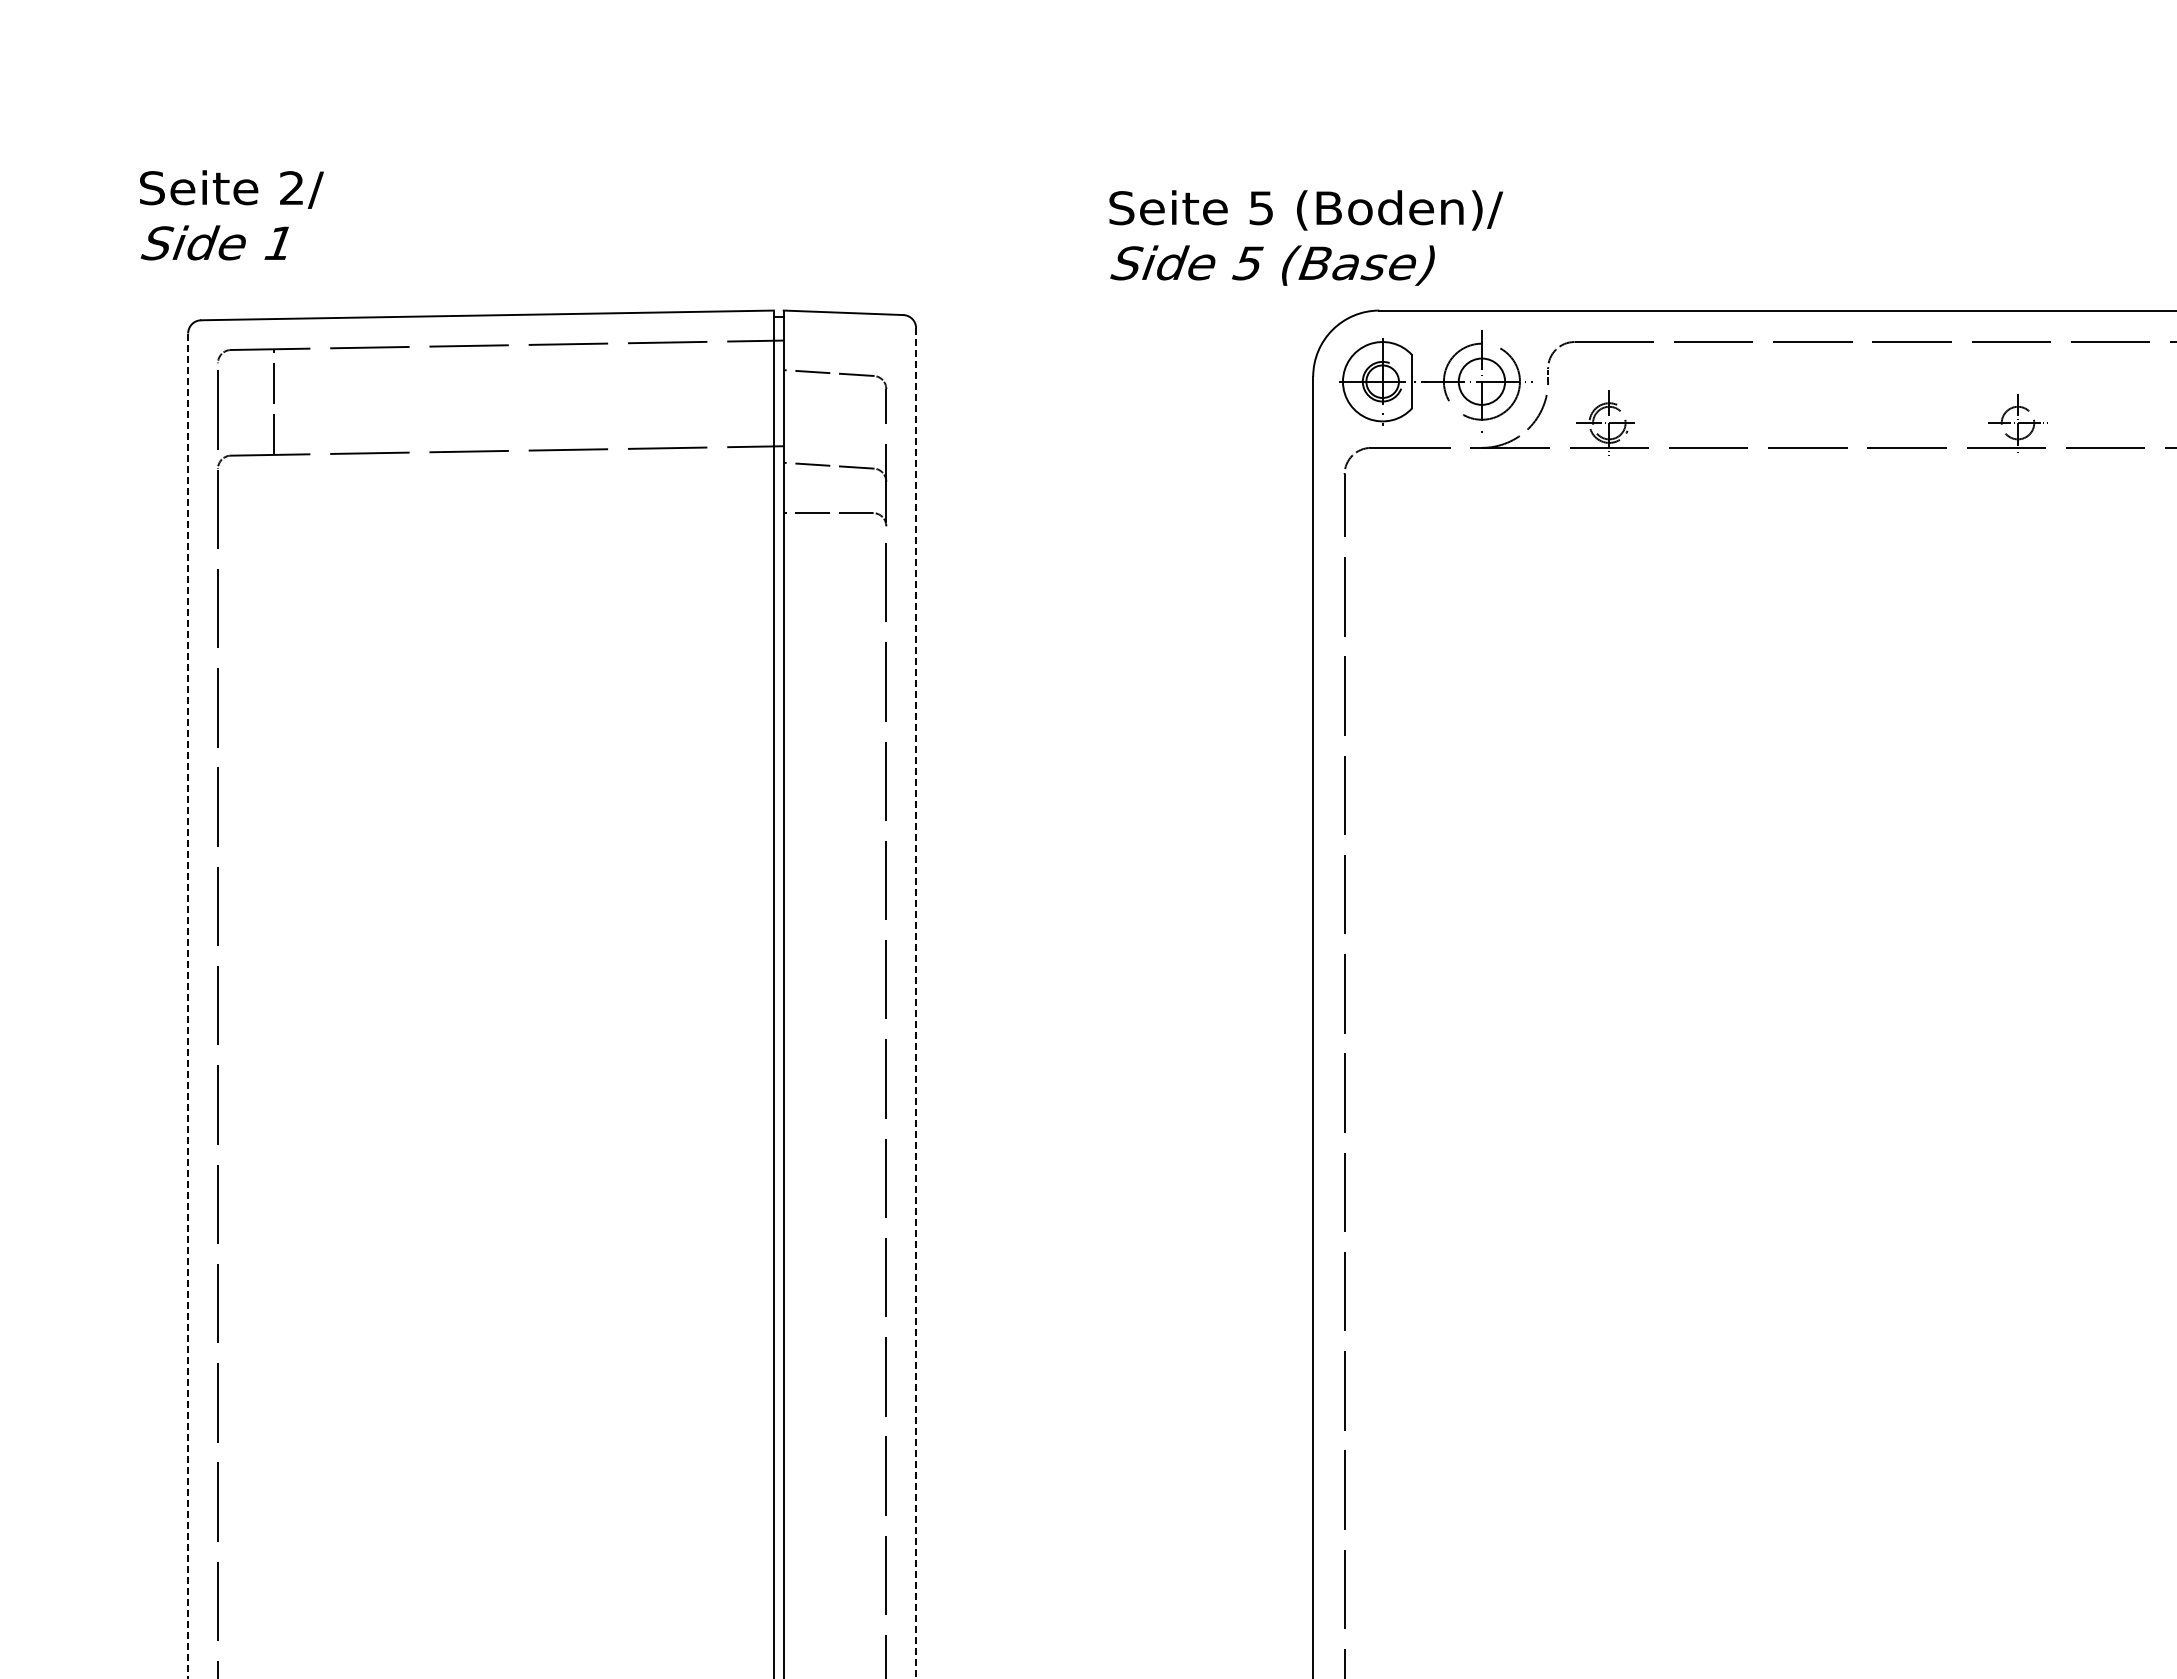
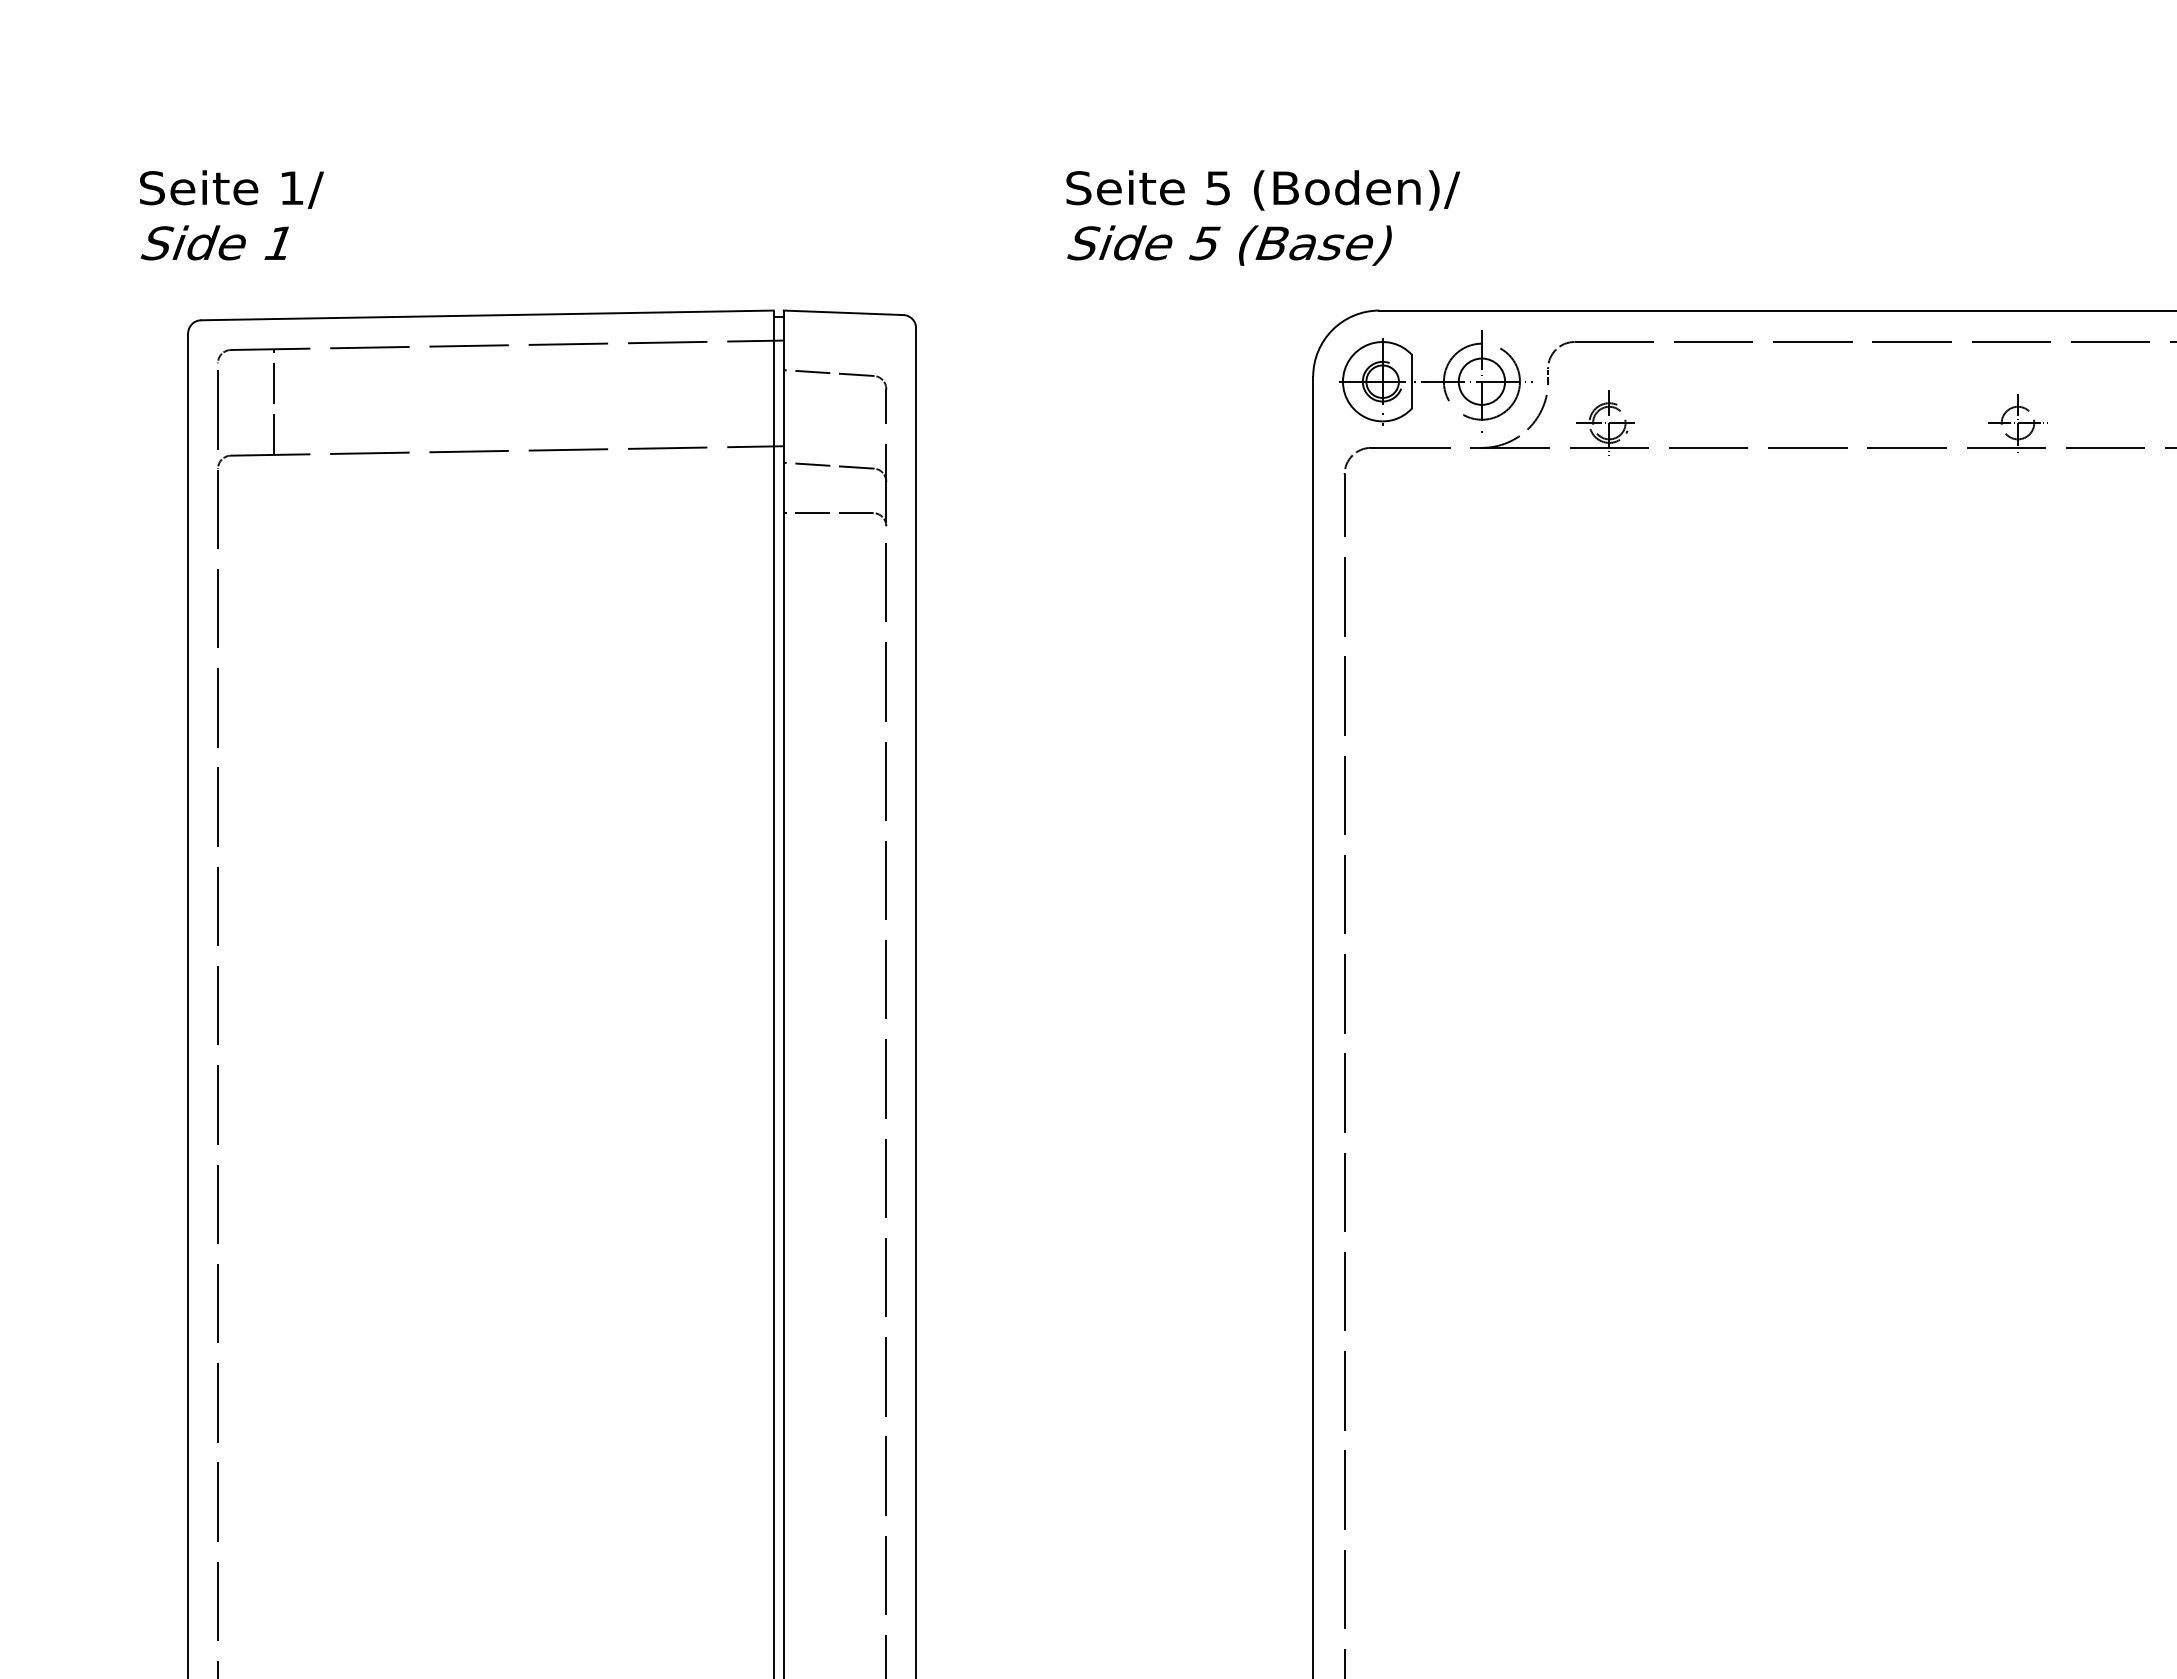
text at (291, 187): 2/ -> 1/
text at (1305, 237) position: (1305, 237) -> (1262, 217)
line at (916, 1004): dashed -> solid
line at (188, 1006): dashed -> solid
